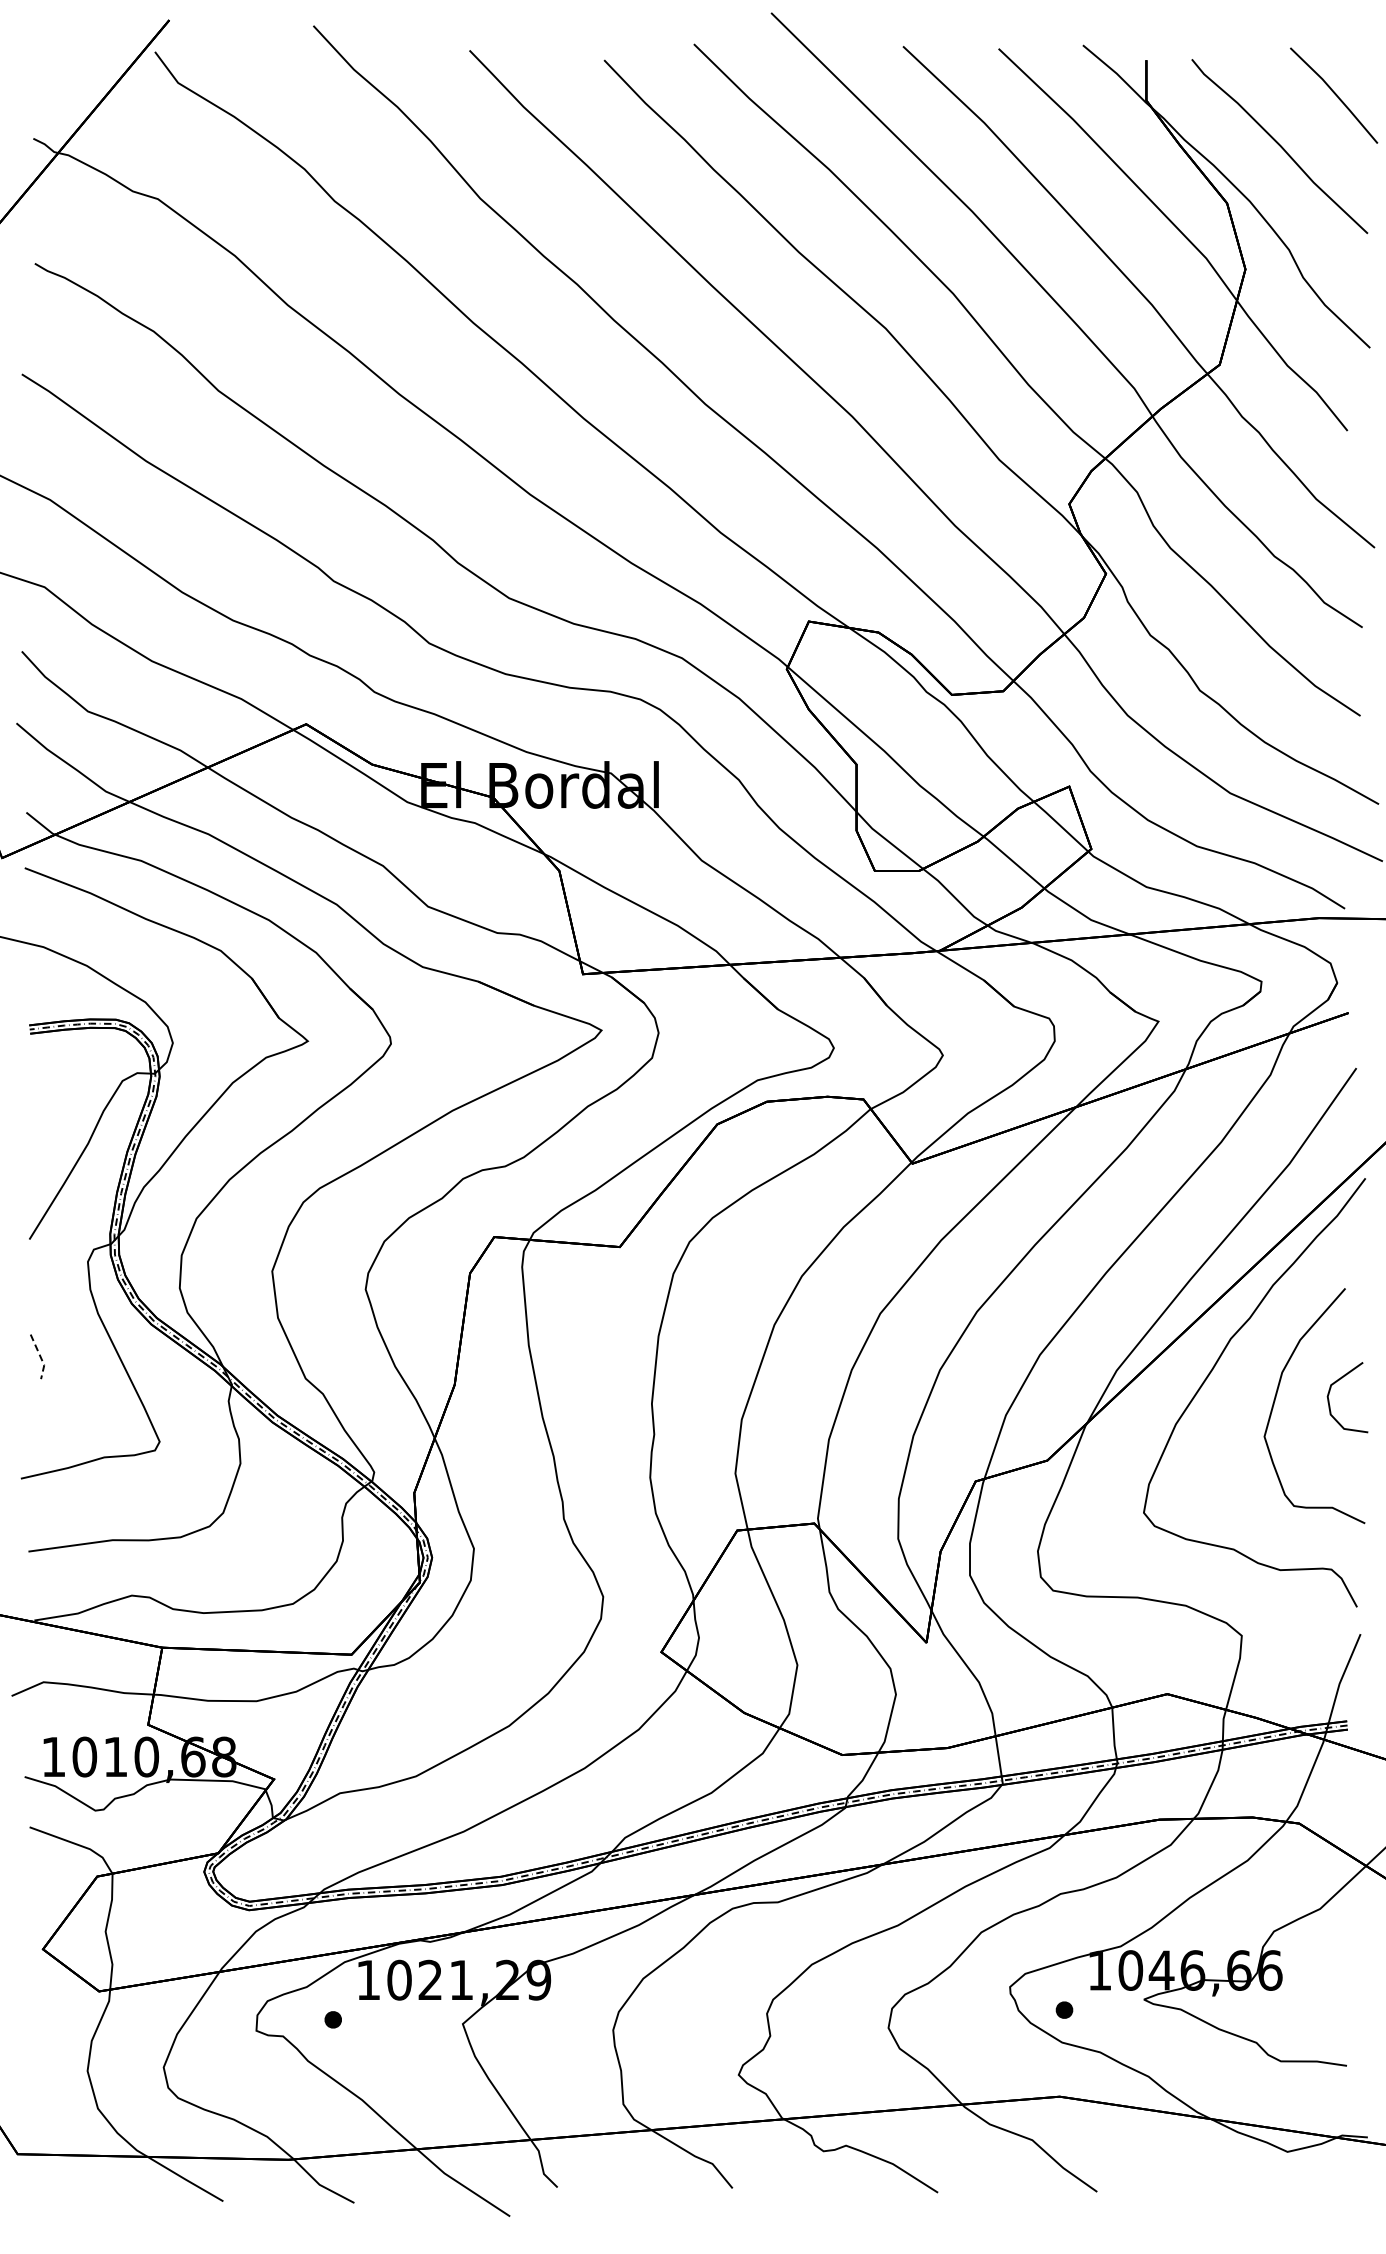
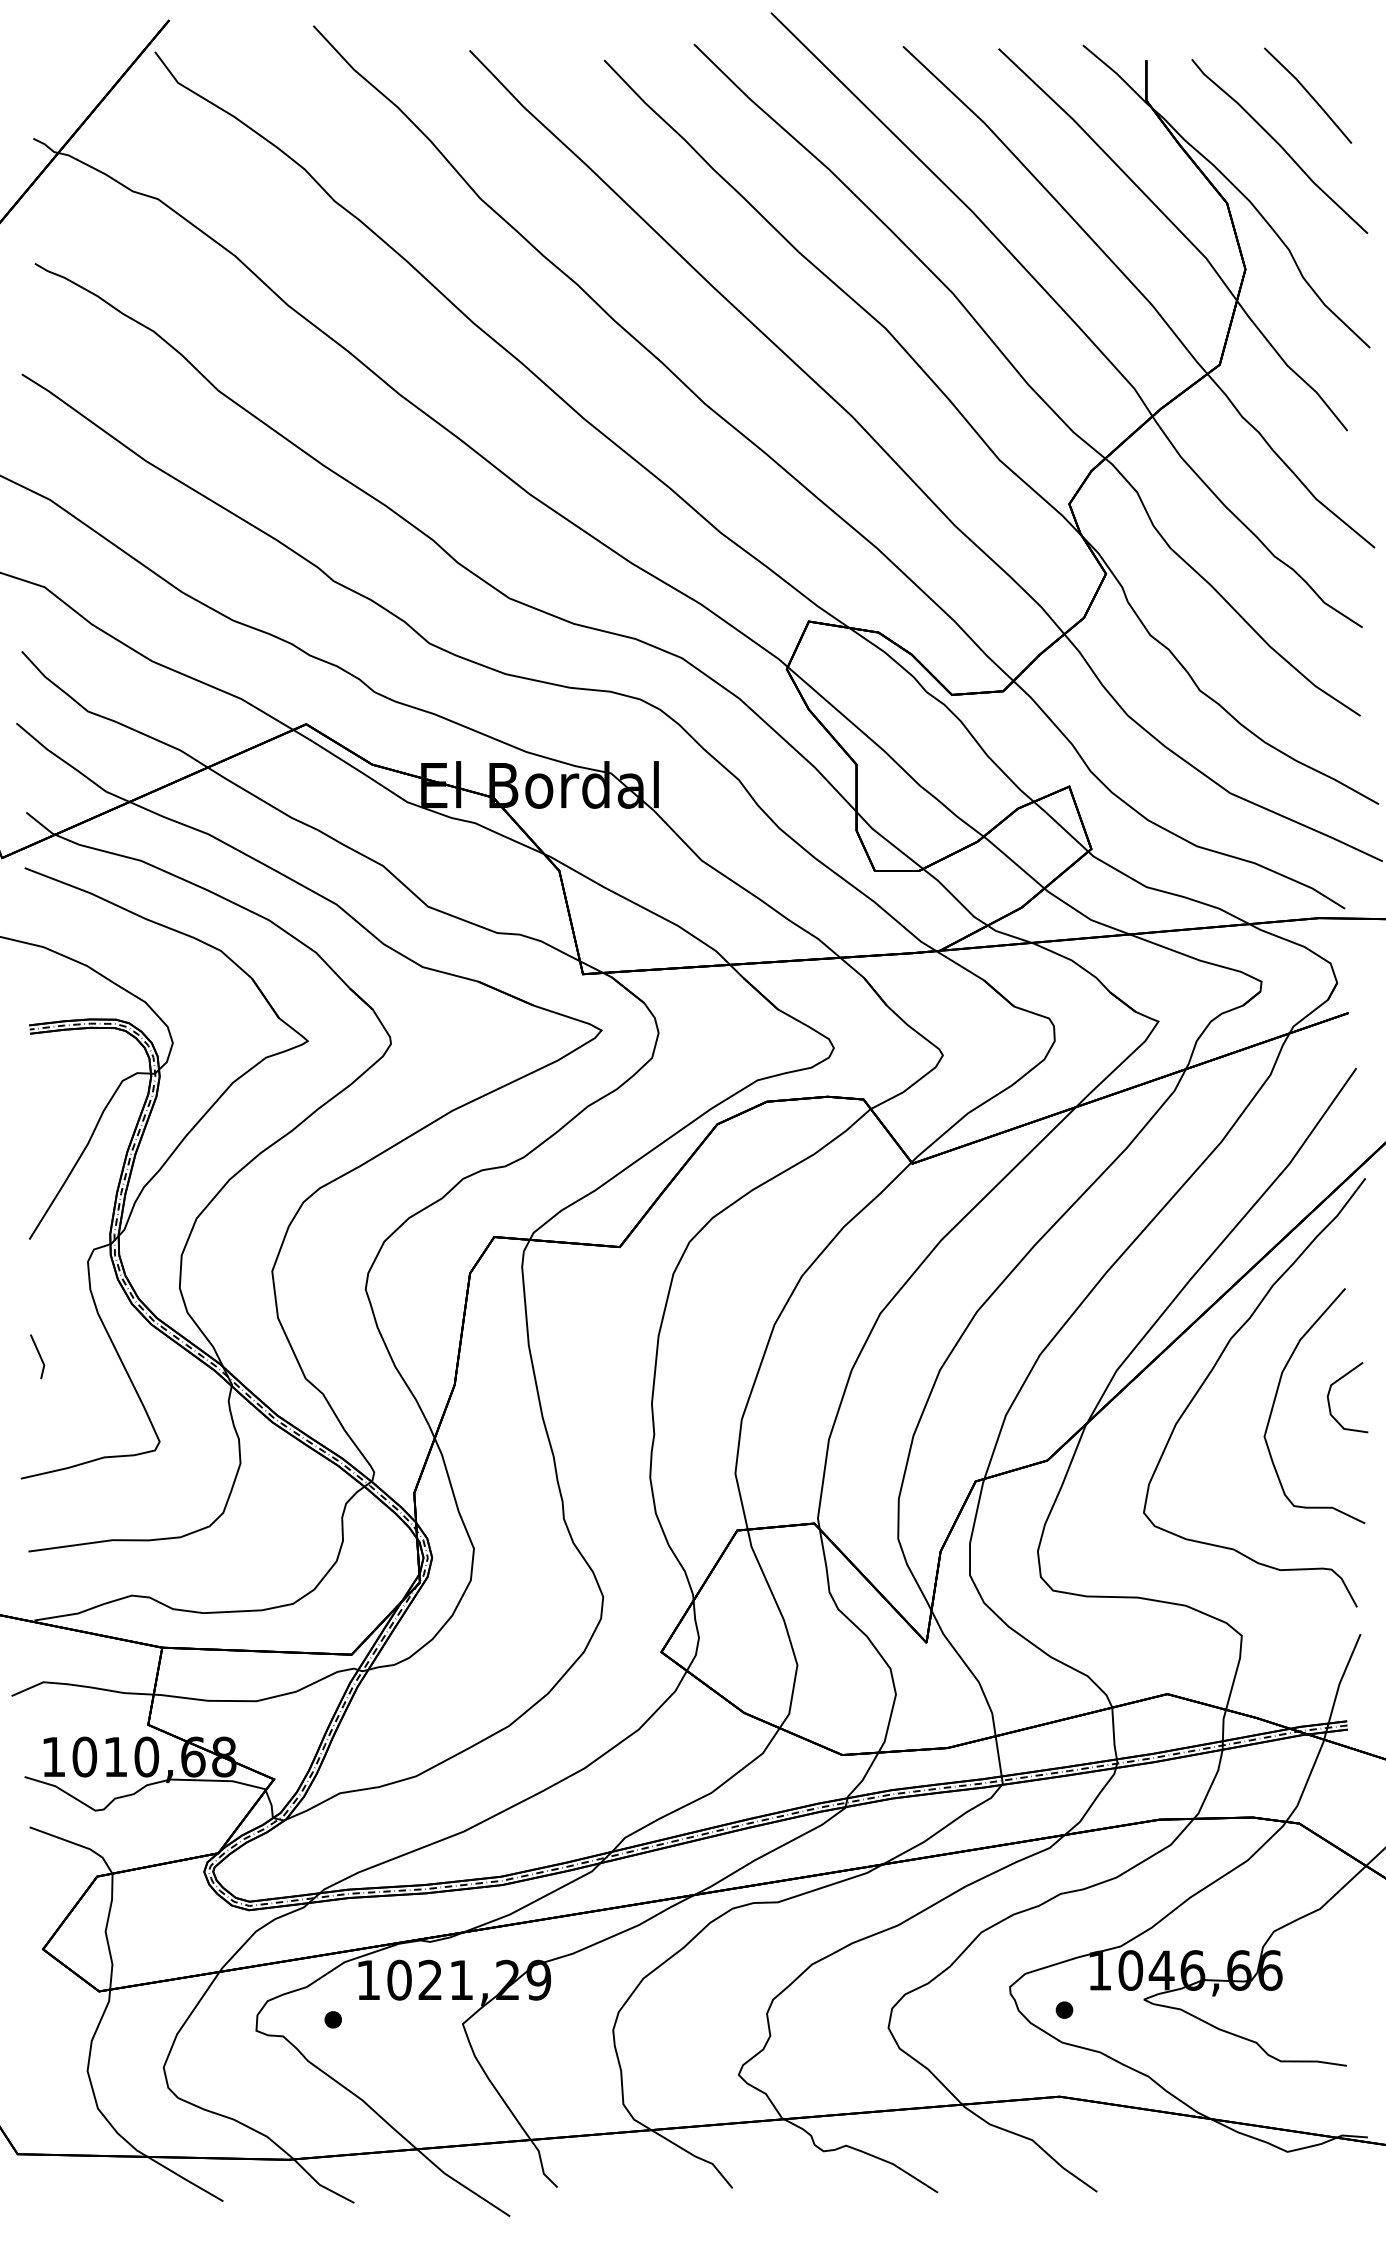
line at (1334, 94) position: (1334, 94) -> (1308, 94)
line at (40, 1357): dashed -> solid
